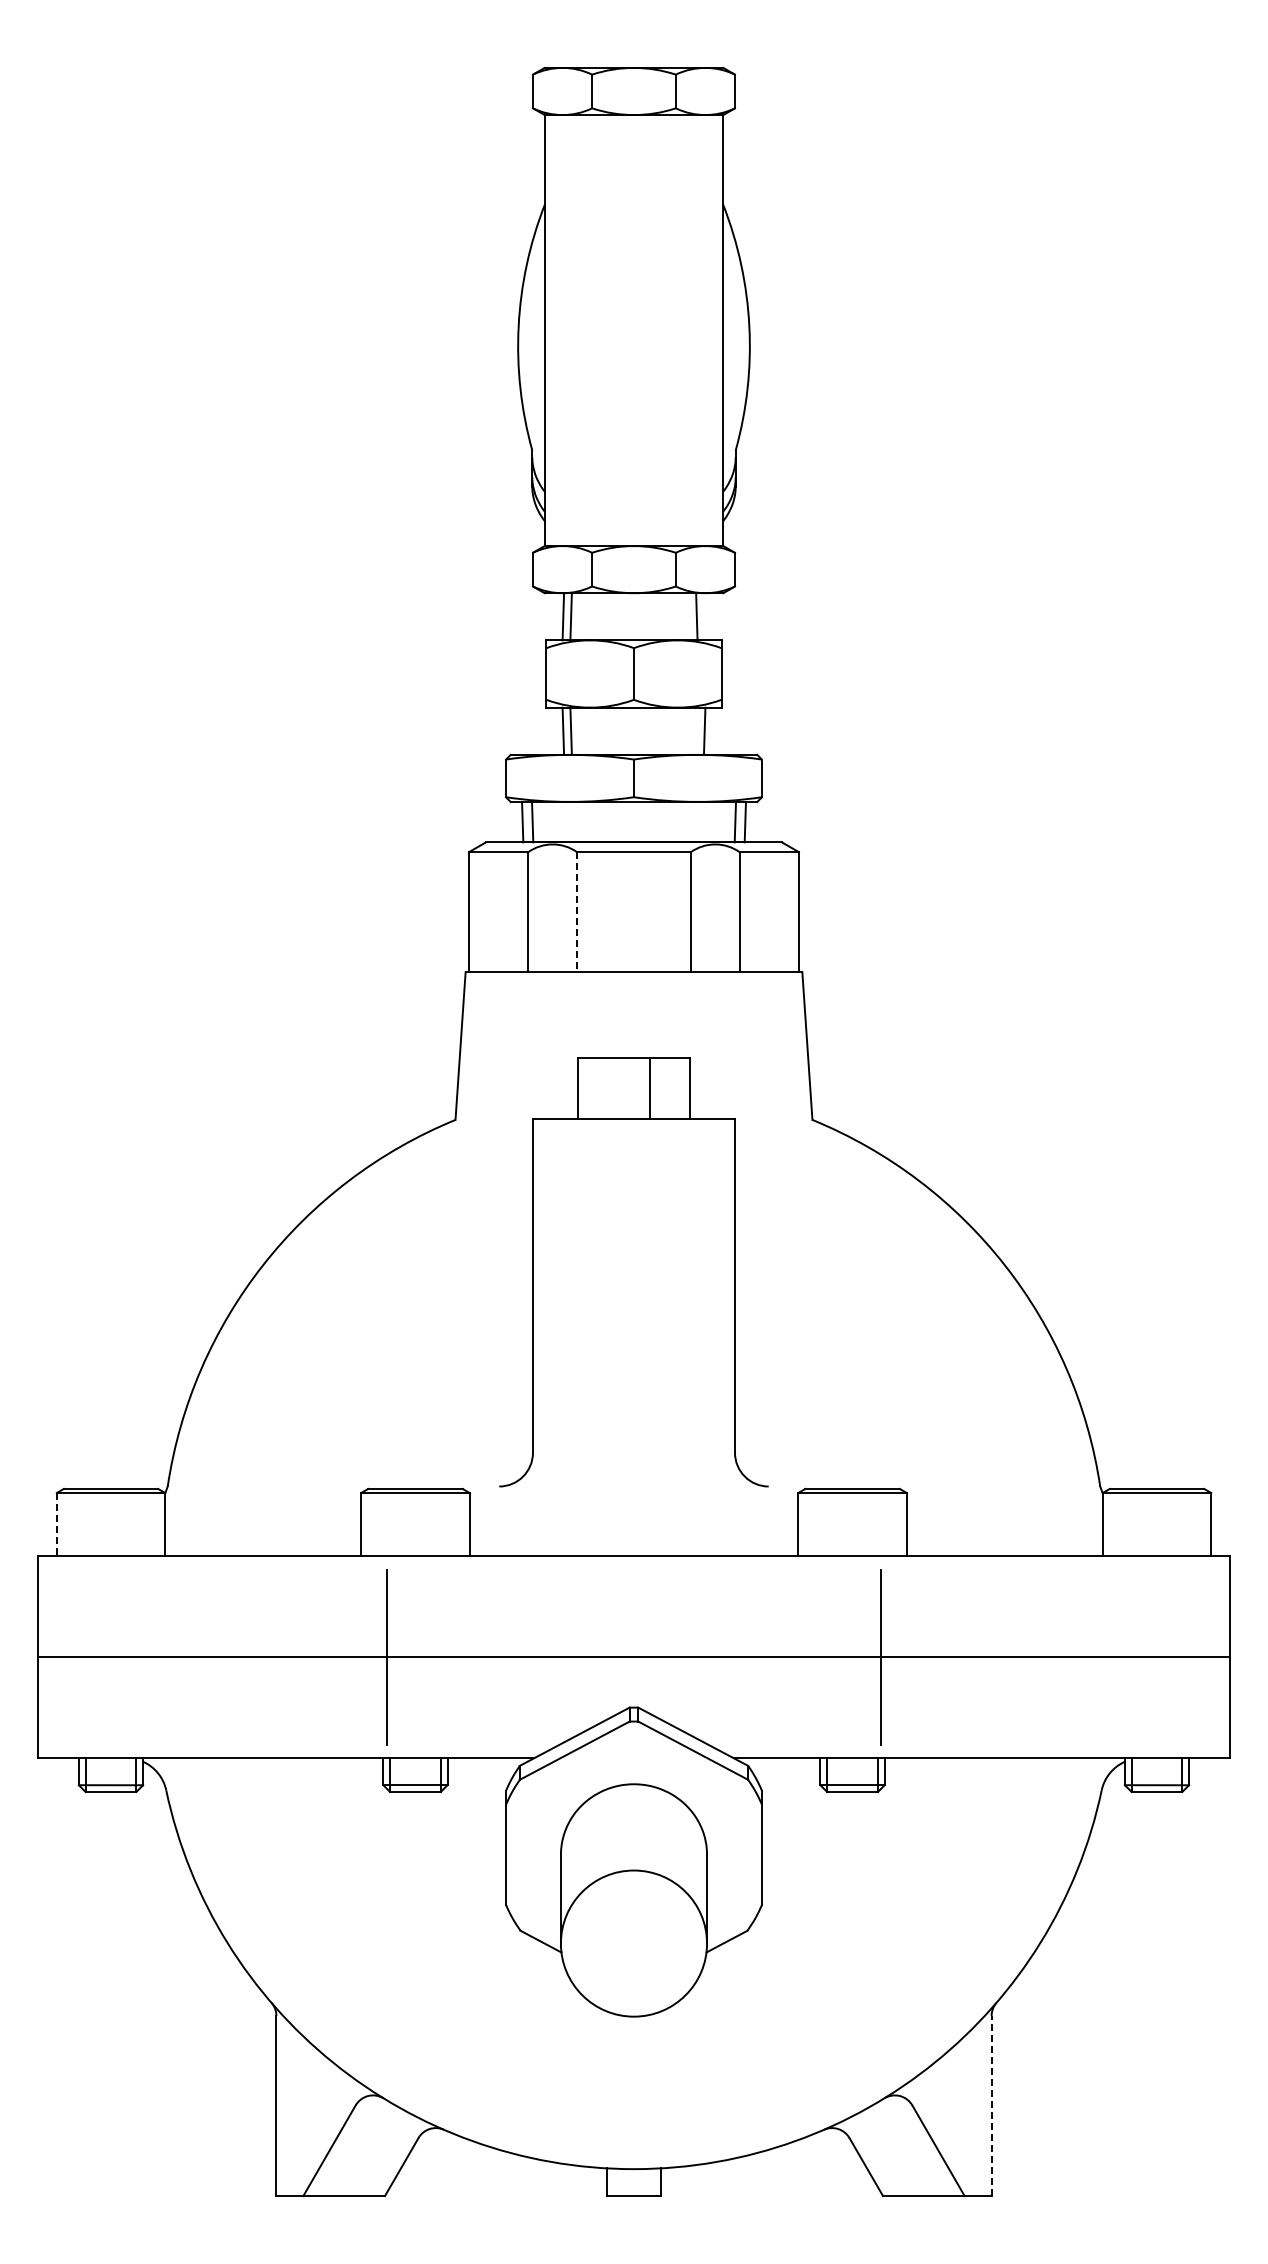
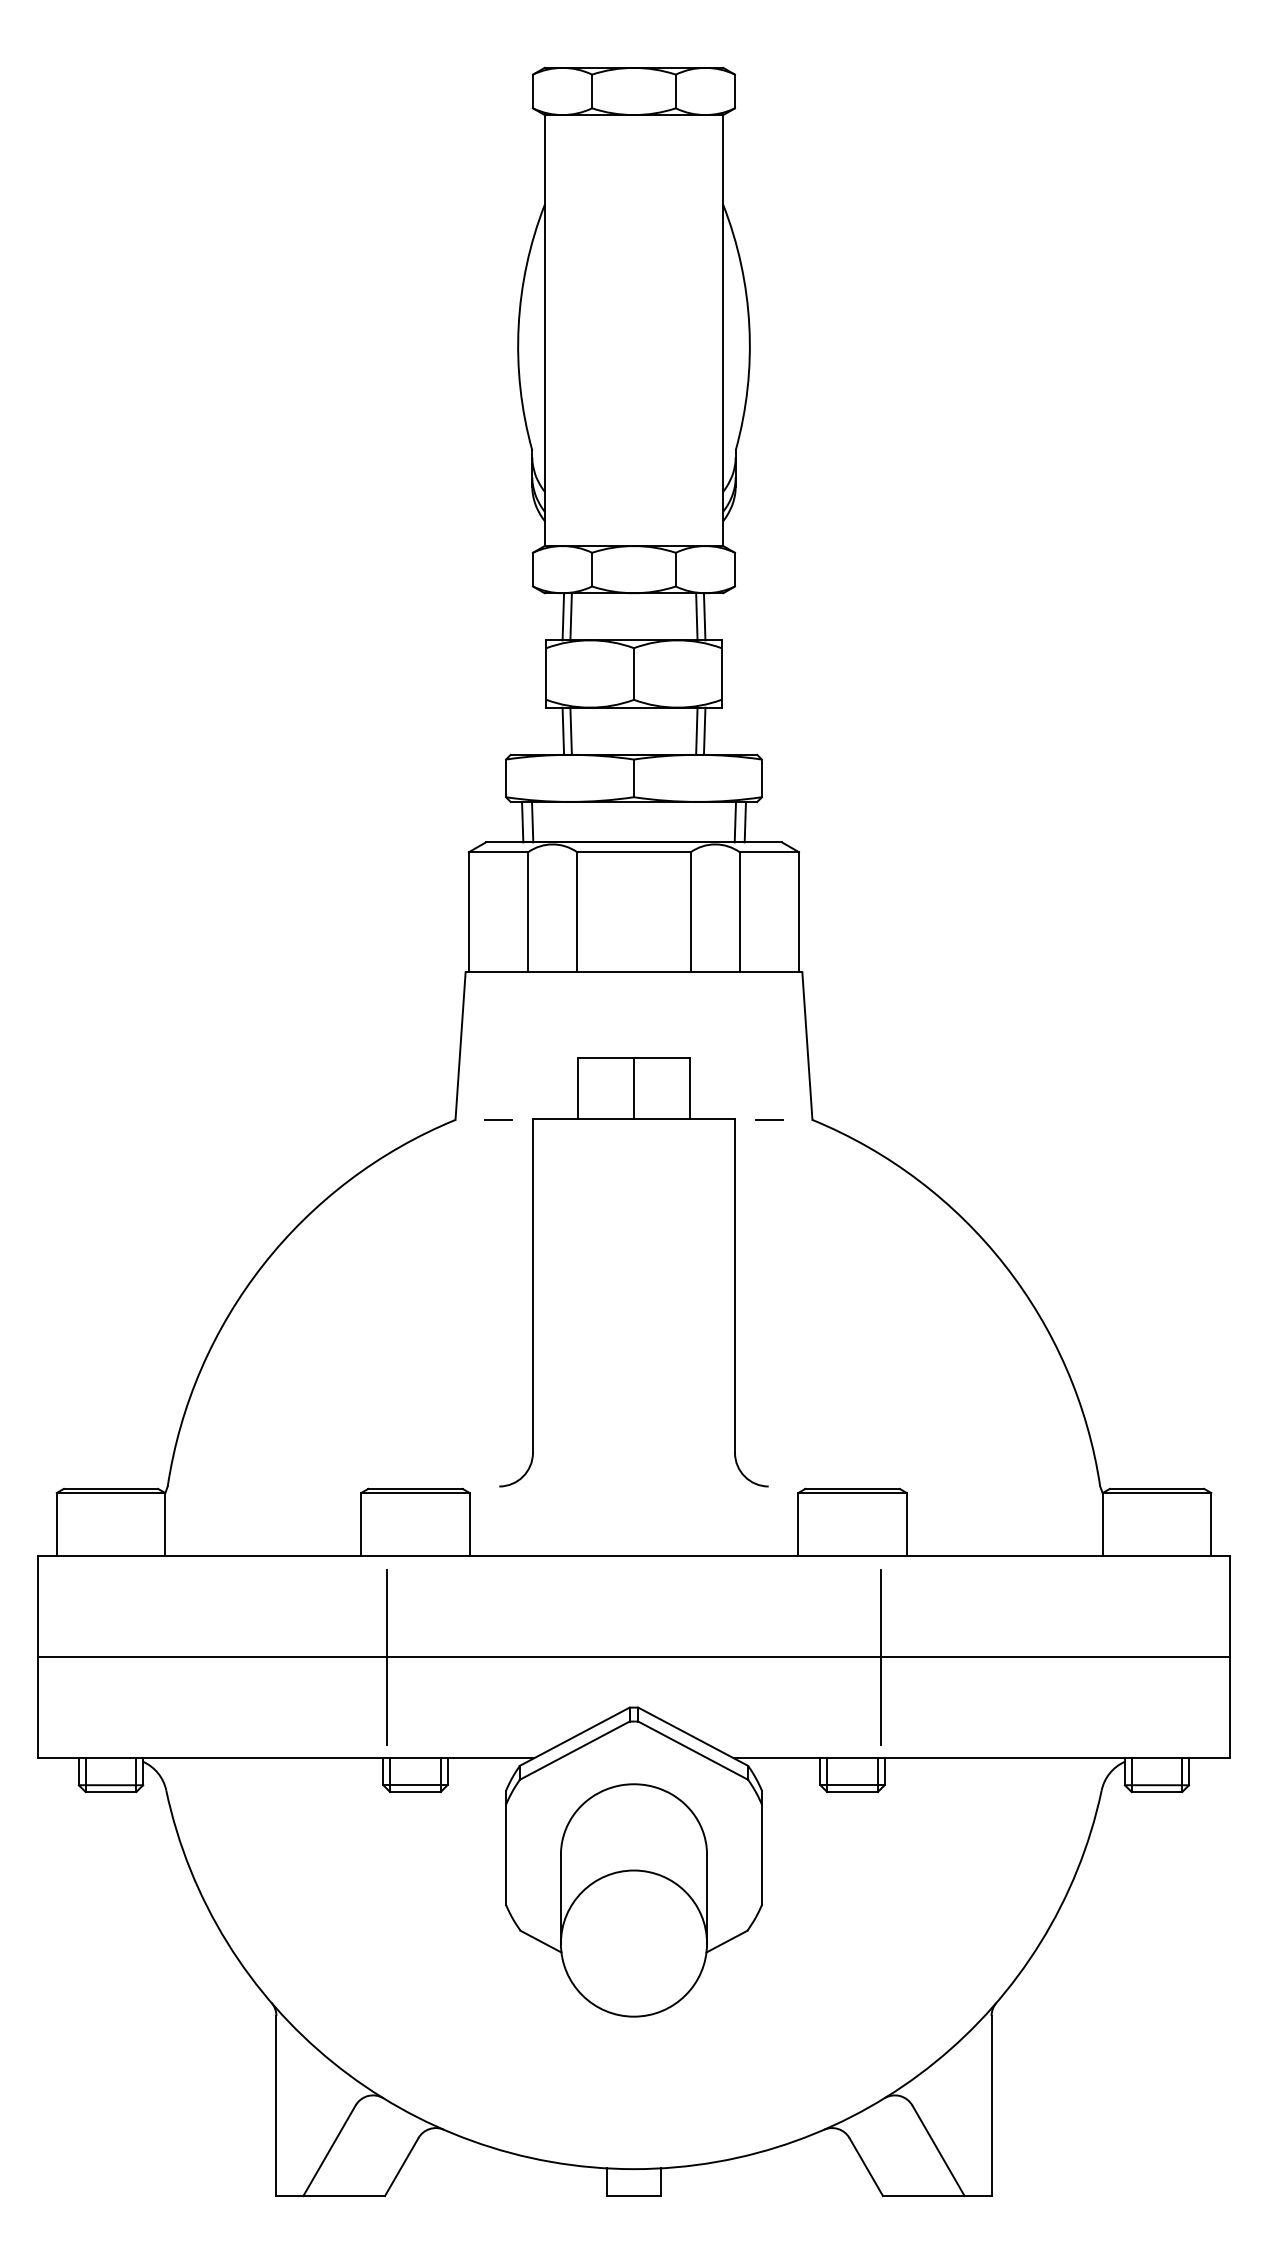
line at (704, 616): none -> present
line at (696, 730): none -> present
line at (577, 912): dashed -> solid
line at (649, 1087) position: (649, 1087) -> (633, 1087)
line at (498, 1119): none -> present
line at (769, 1119): none -> present
line at (56, 1524): dashed -> solid
line at (991, 2105): dashed -> solid
